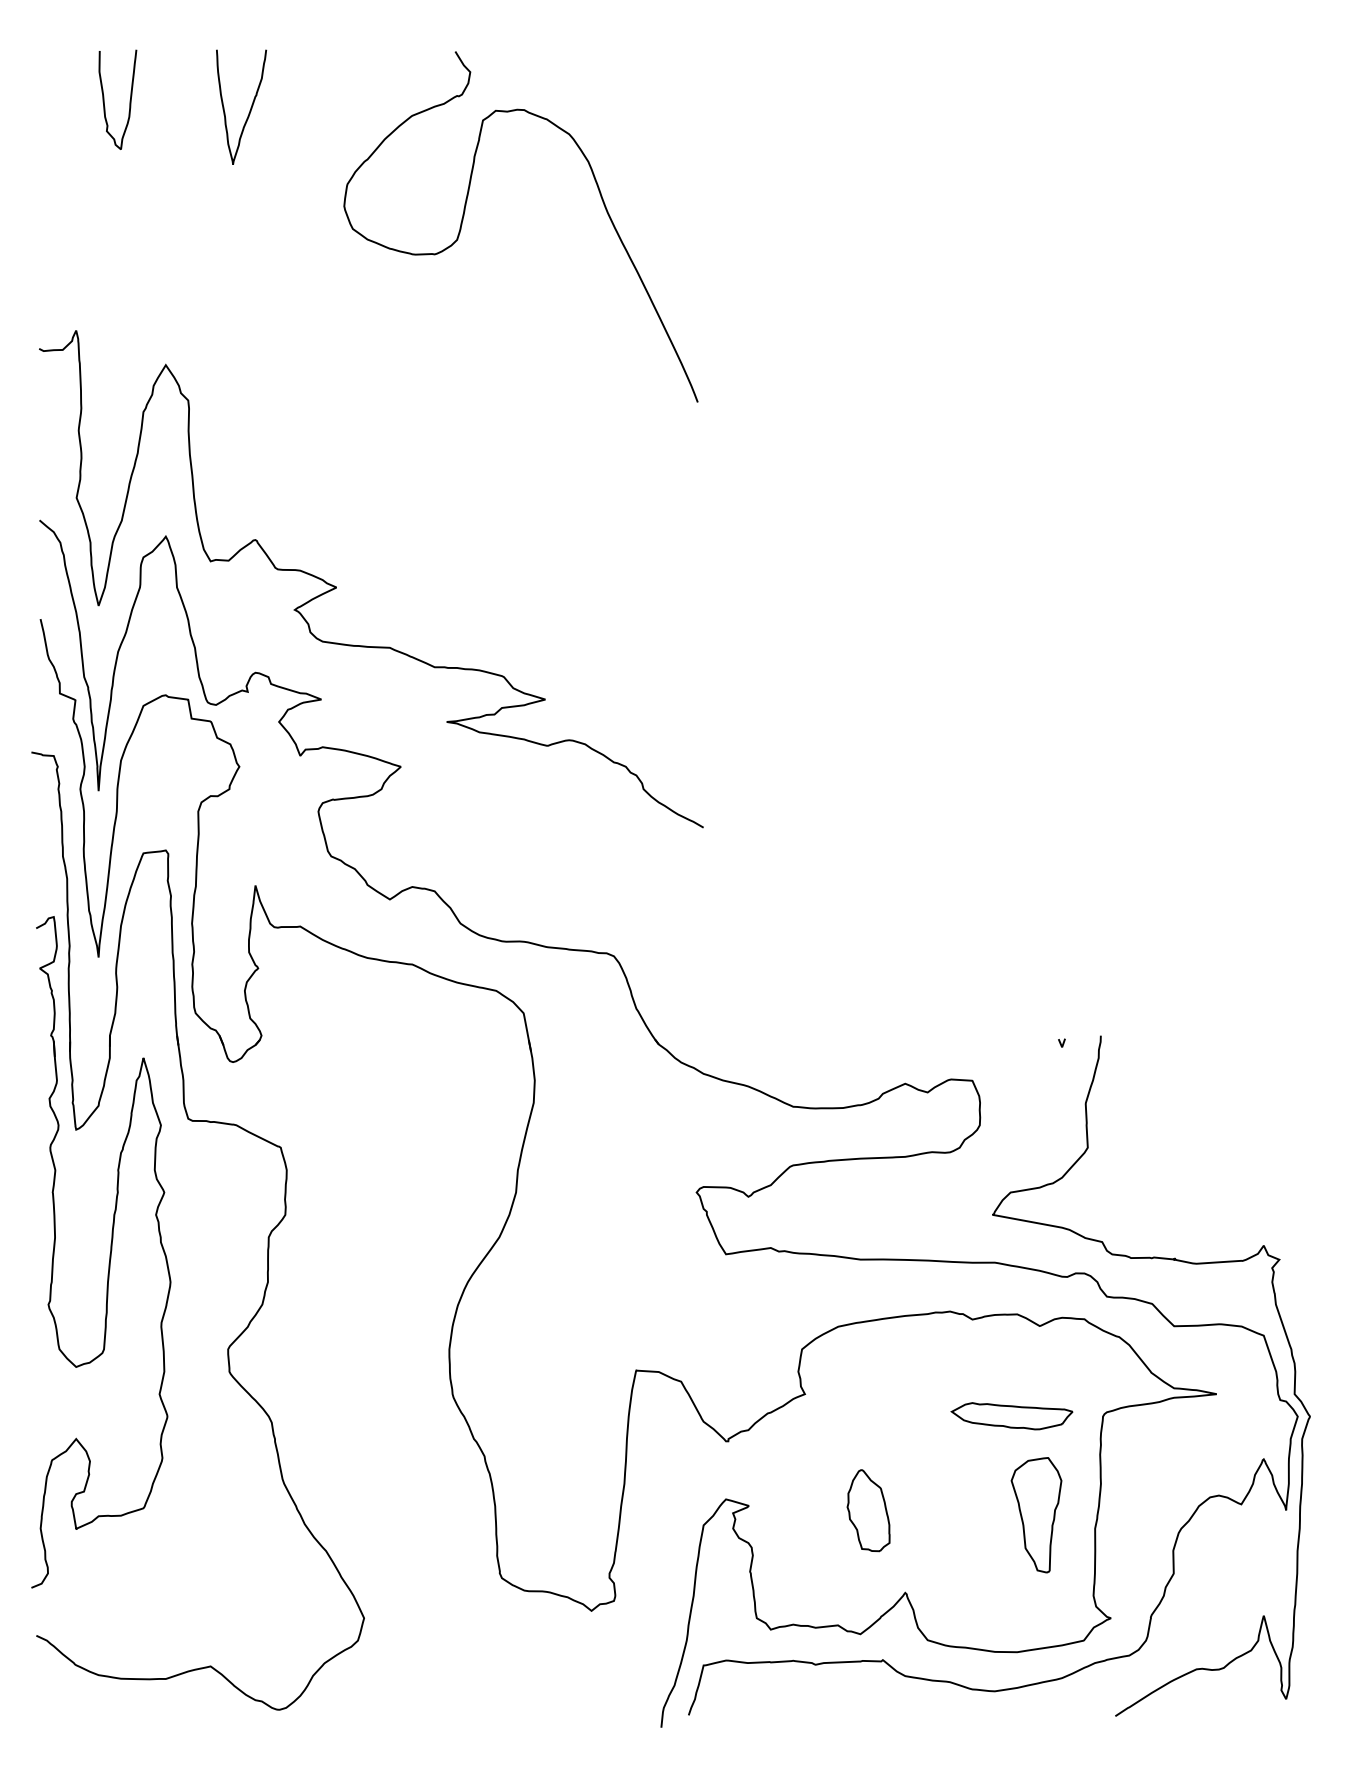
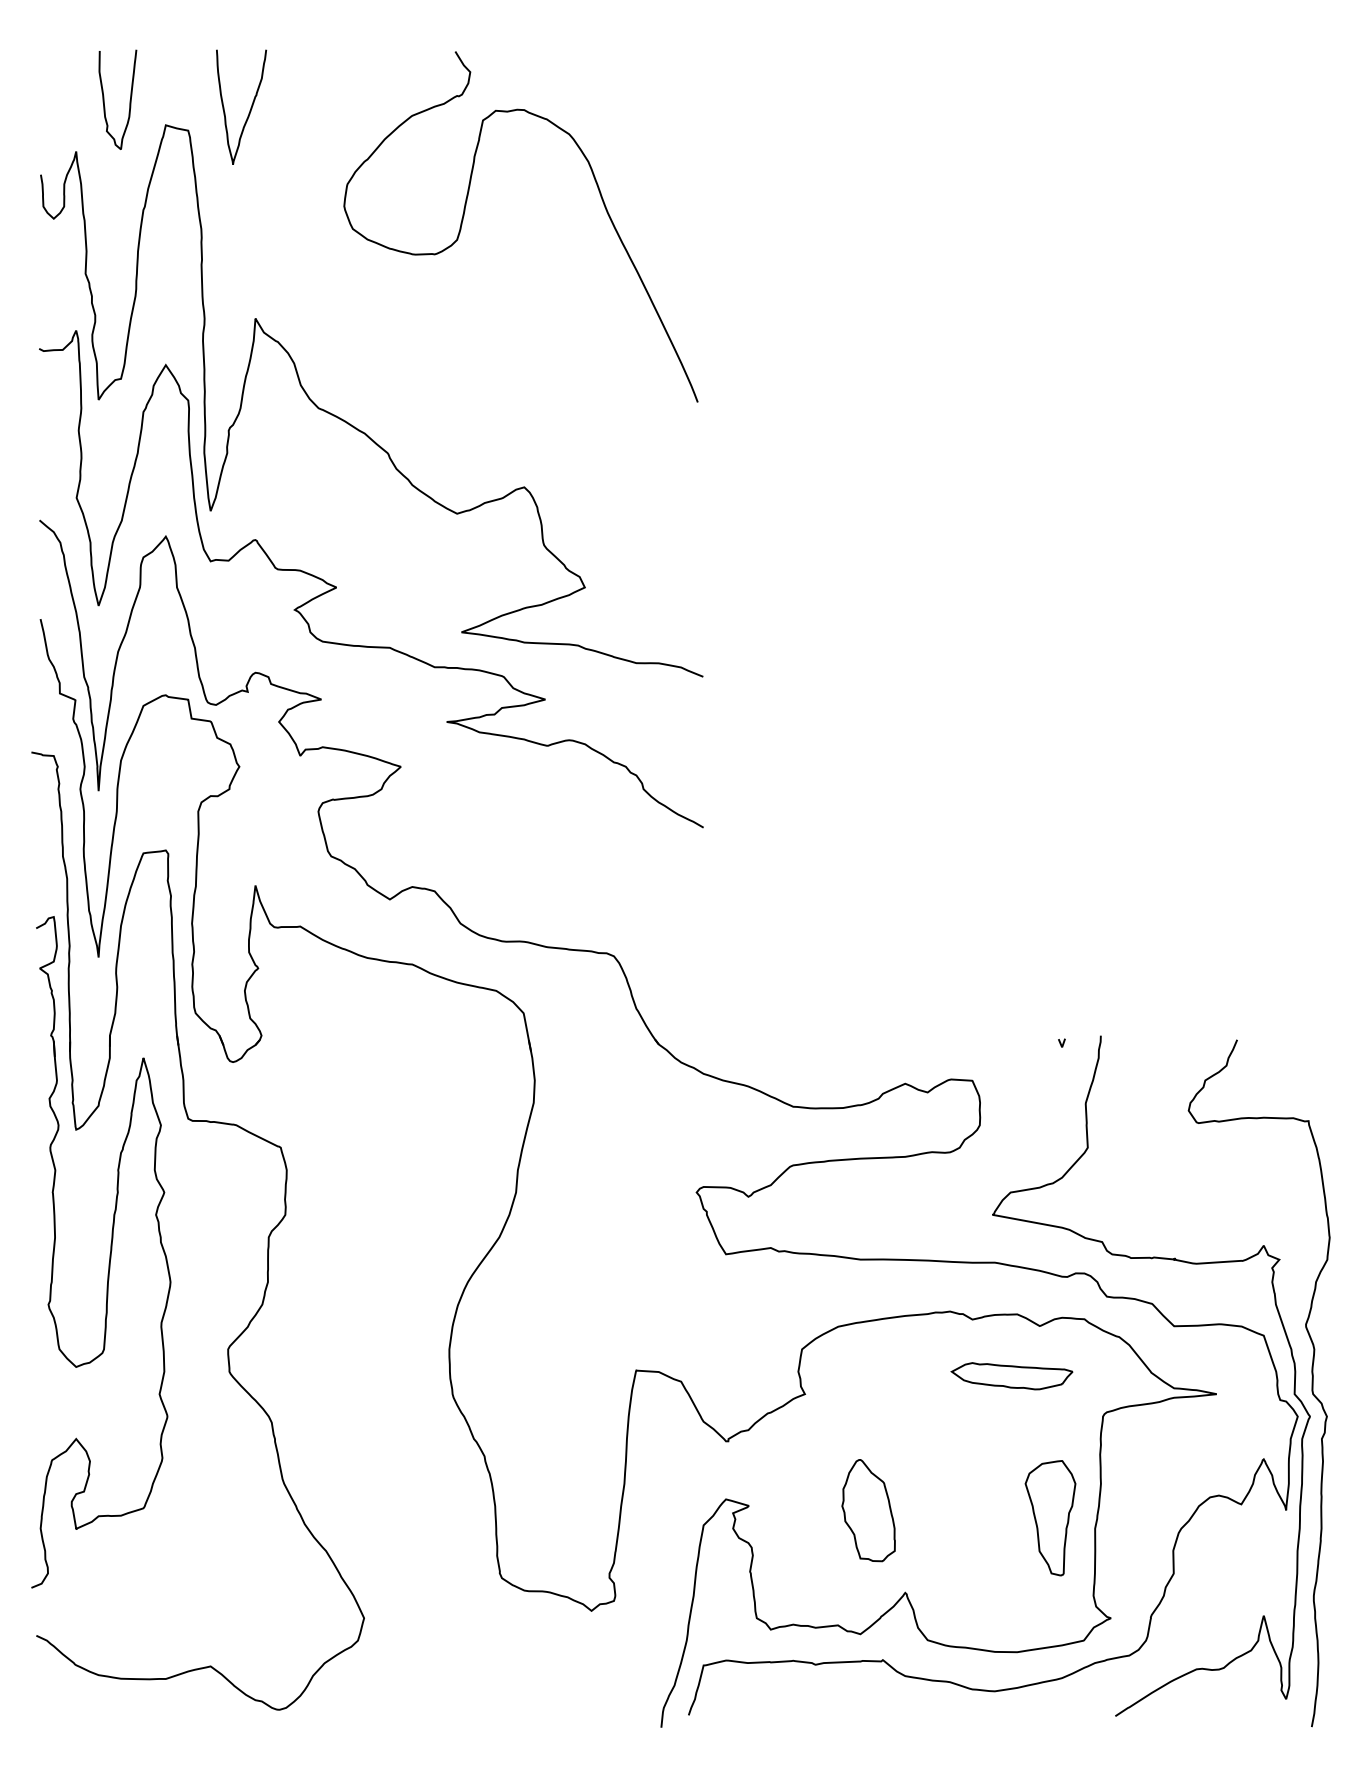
curve at (353, 425): none -> present
curve at (1311, 1383): none -> present
part at (1011, 1416) position: (1011, 1416) -> (1011, 1376)
part at (868, 1510) size: 45x84 px -> 55x104 px
part at (1036, 1515) position: (1036, 1515) -> (1050, 1518)
